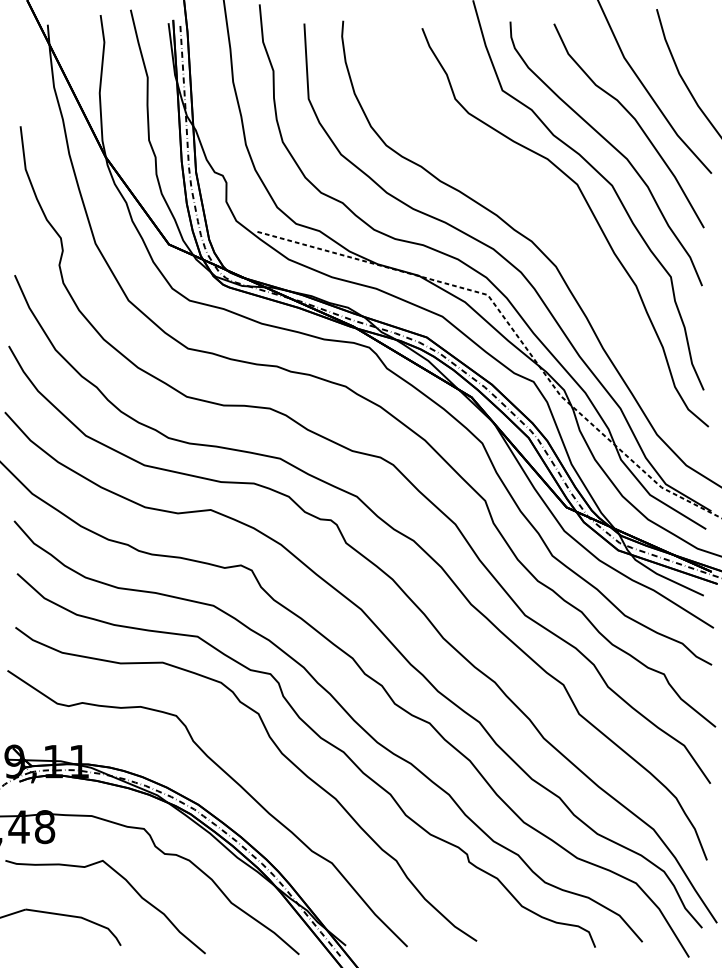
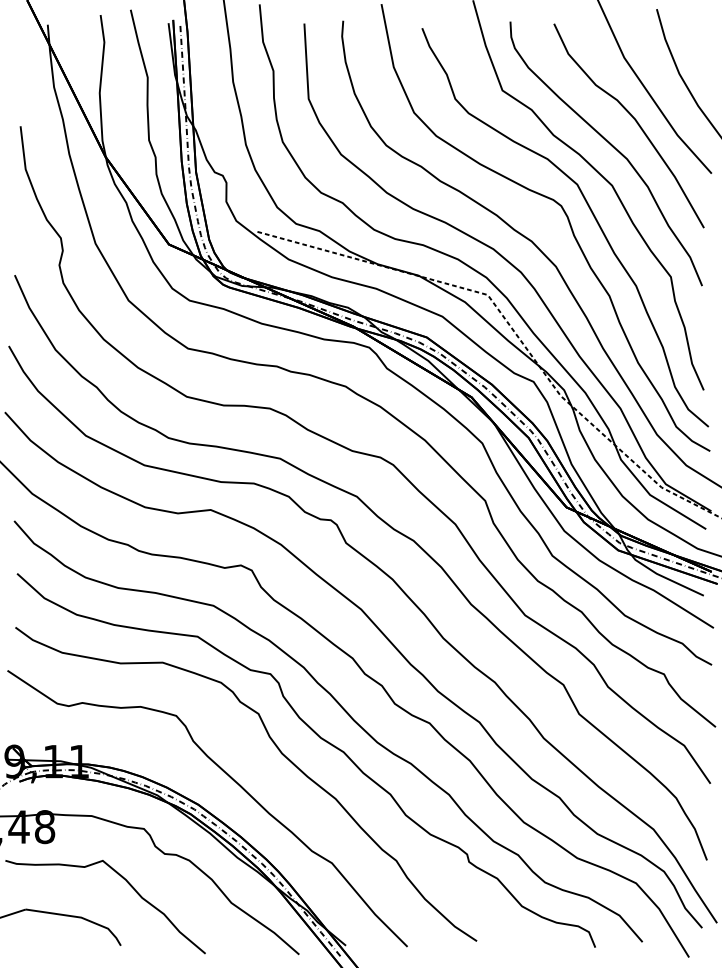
curve at (567, 220): none -> present
